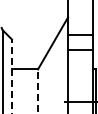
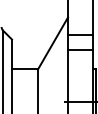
line at (12, 76): dashed -> solid
line at (38, 91): dashed -> solid
